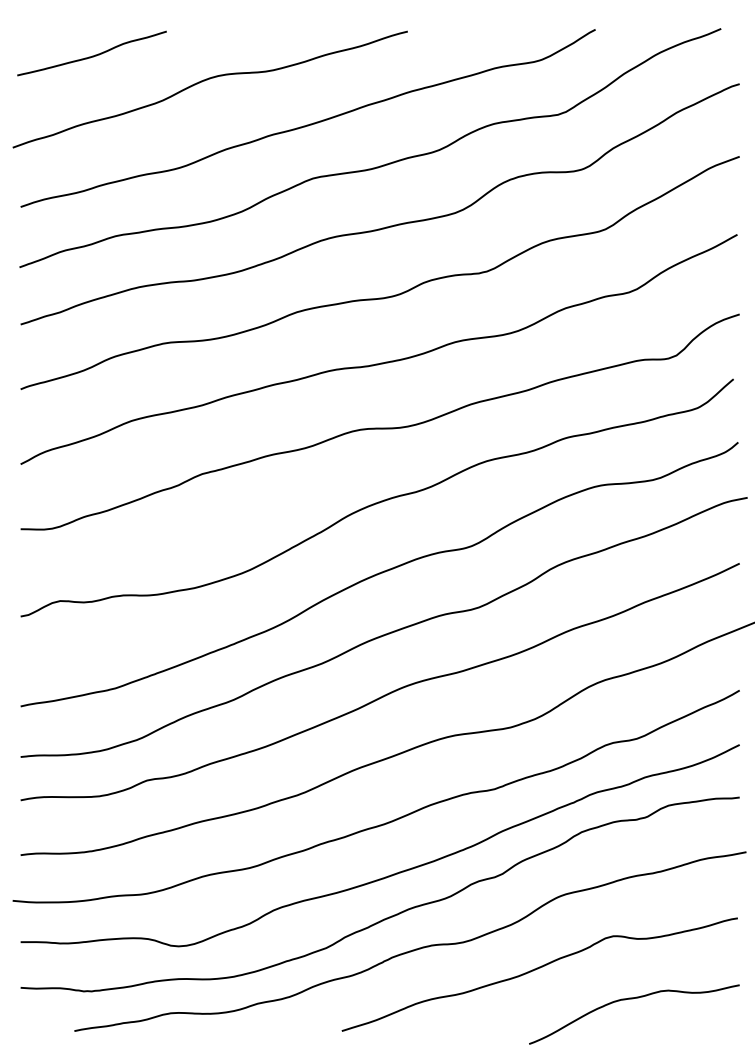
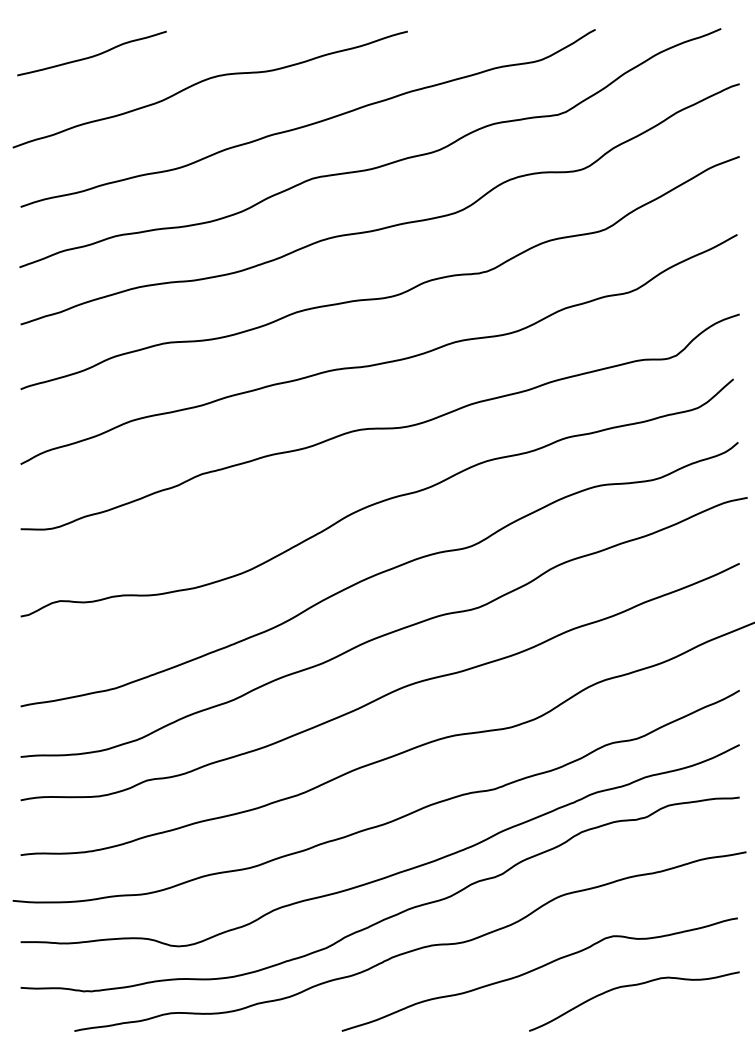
curve at (633, 999) position: (633, 999) -> (633, 986)
